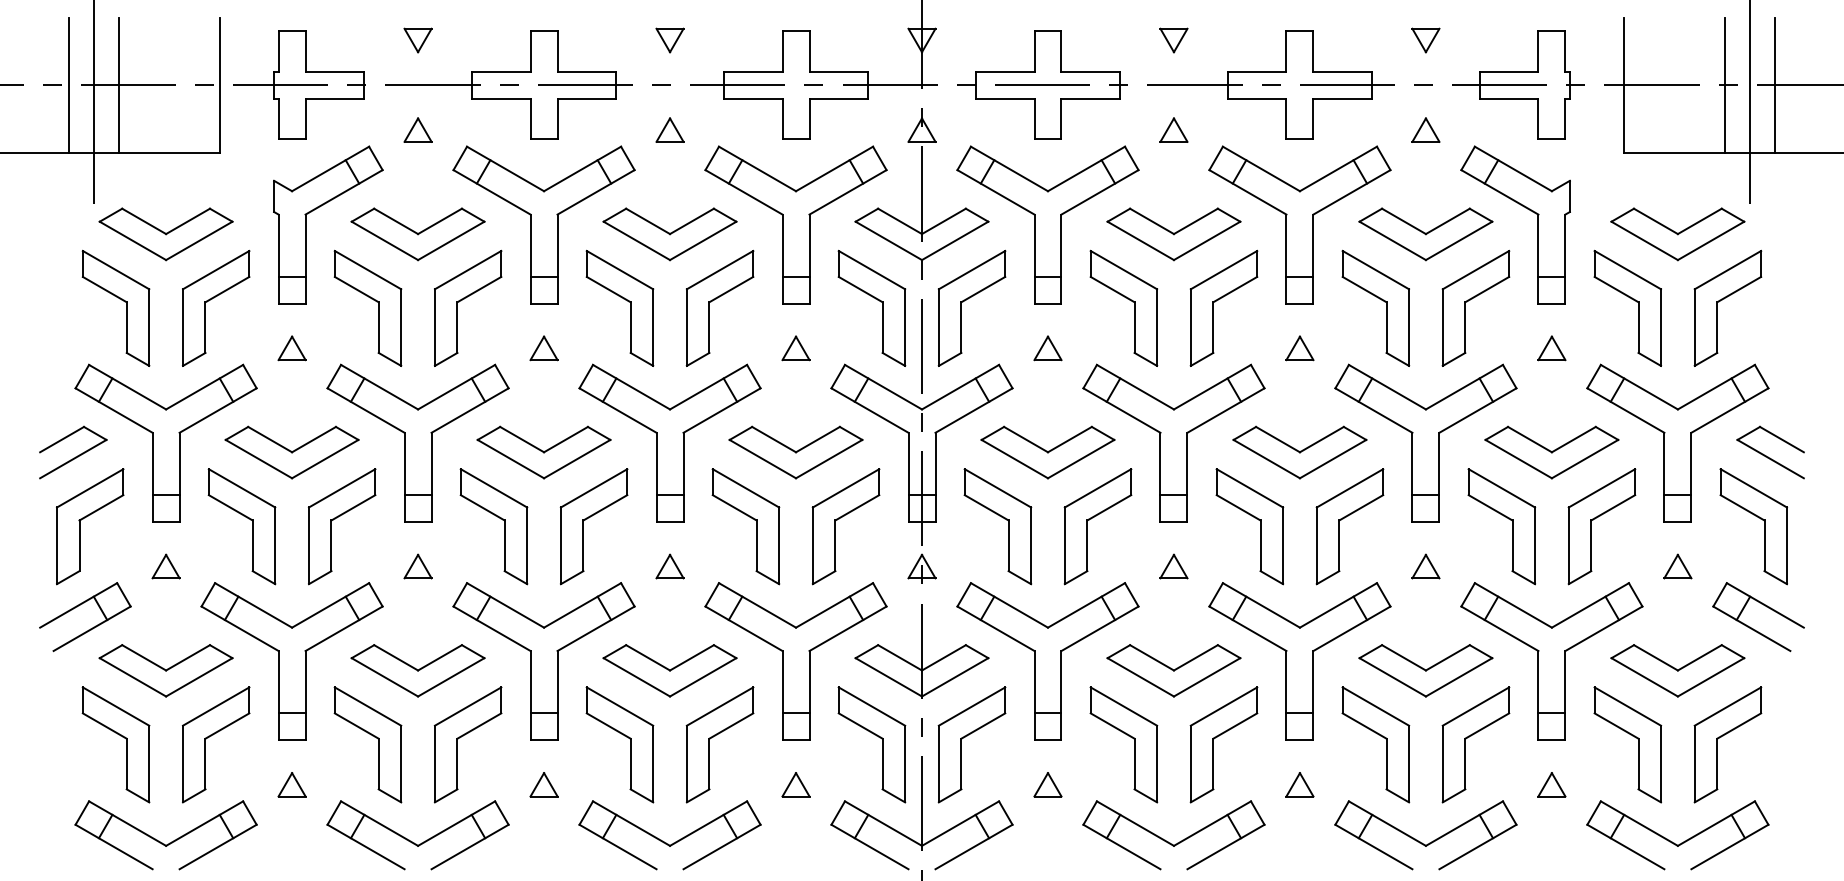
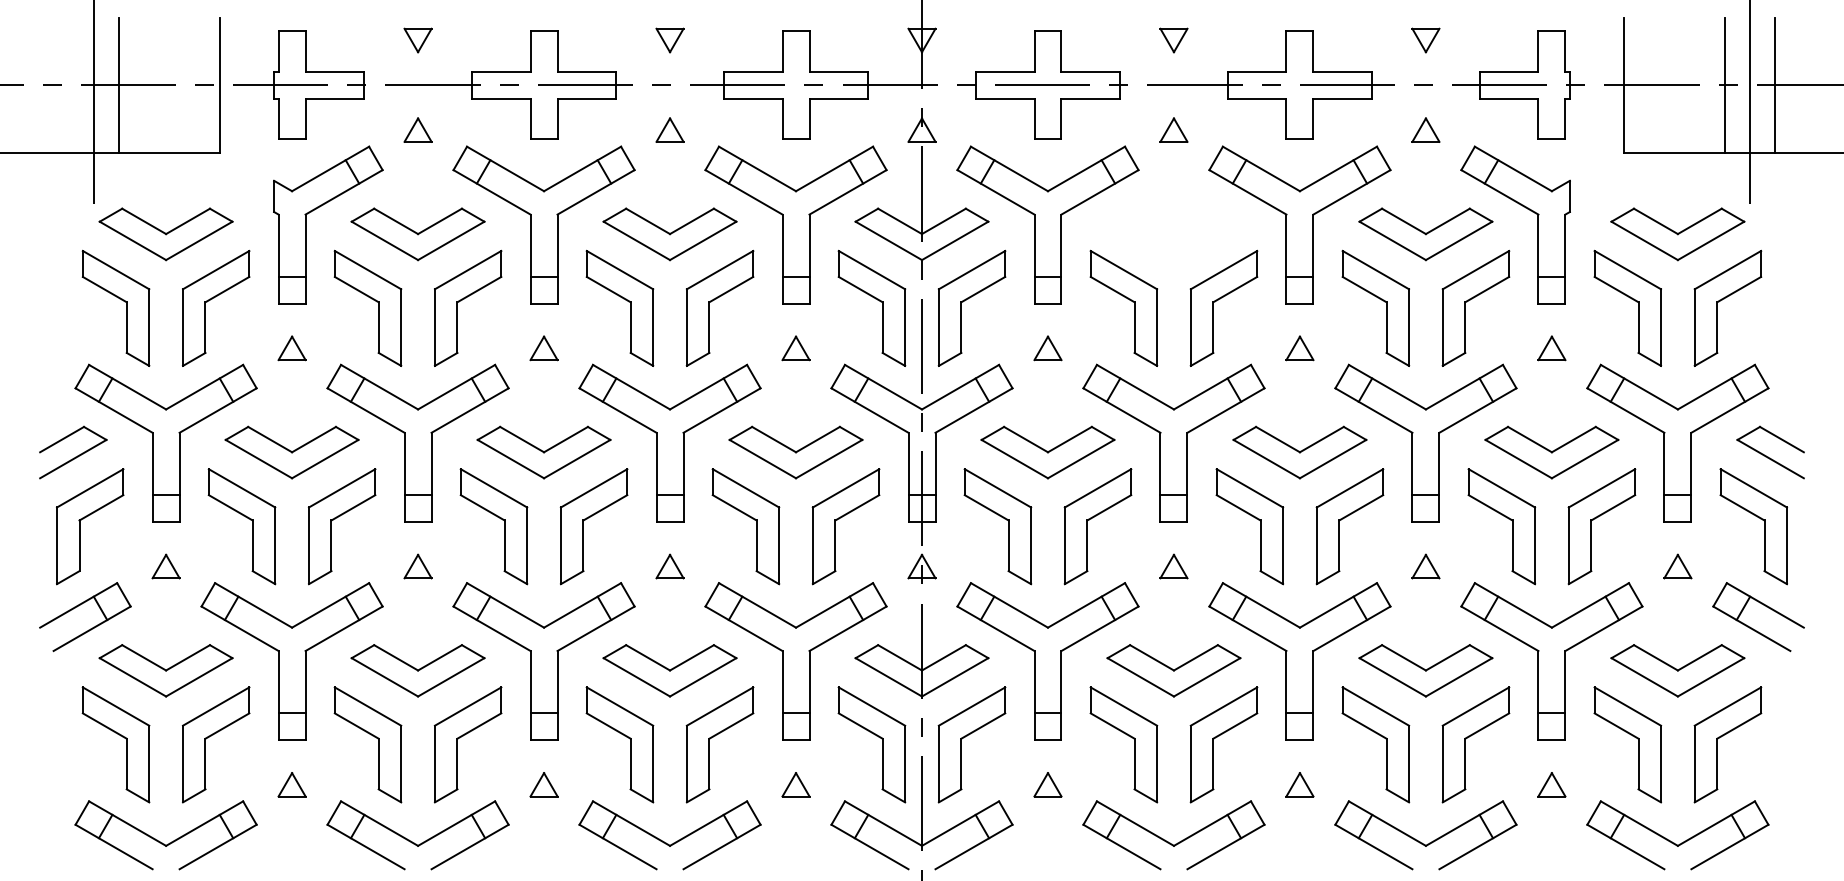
line at (69, 84): present -> none
part at (1173, 234): present -> none
